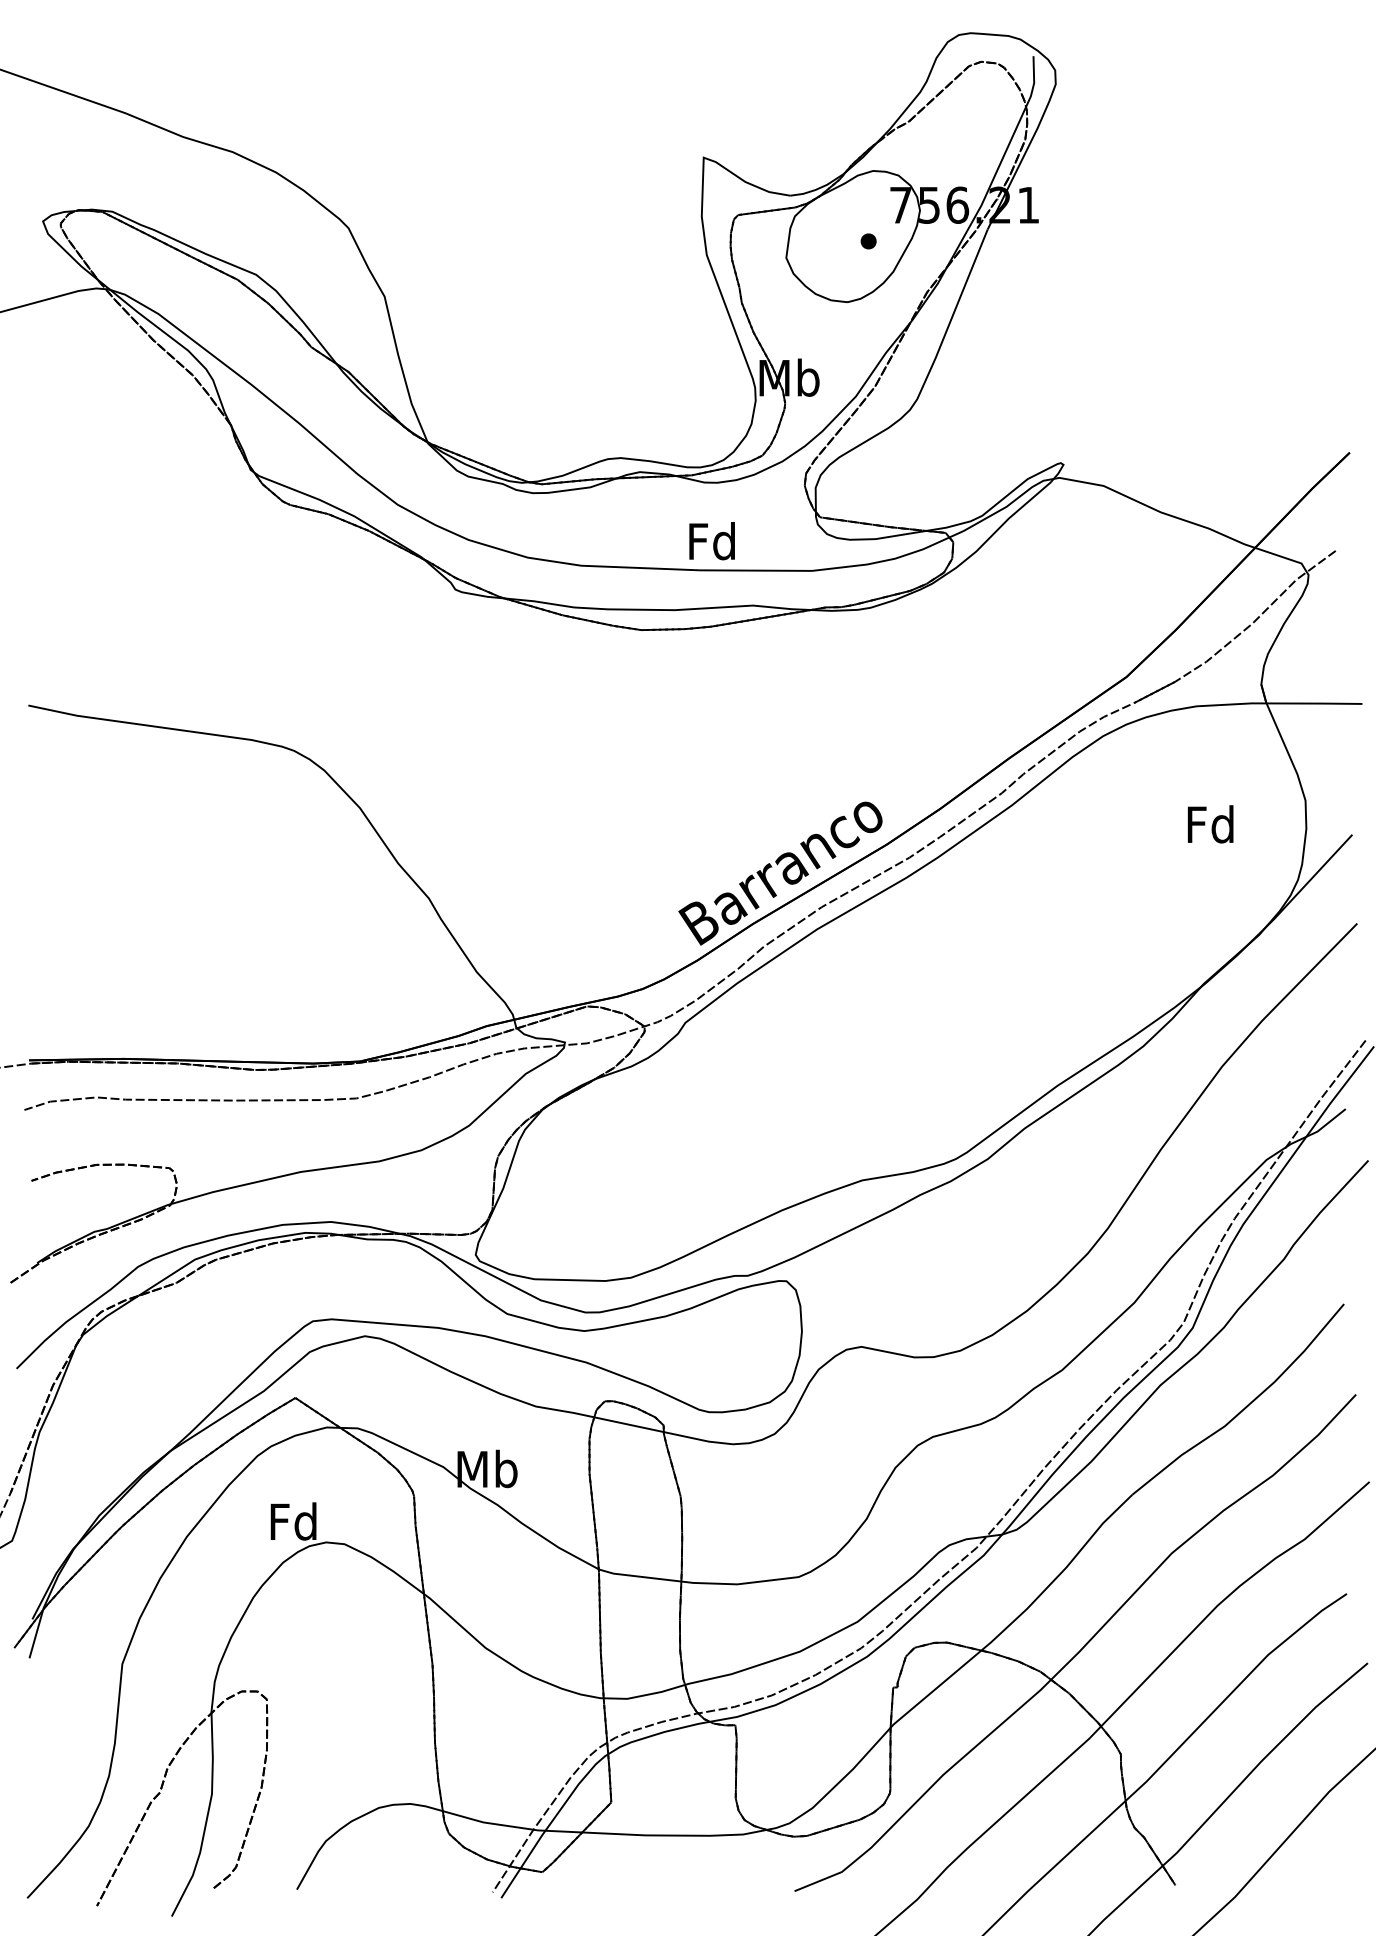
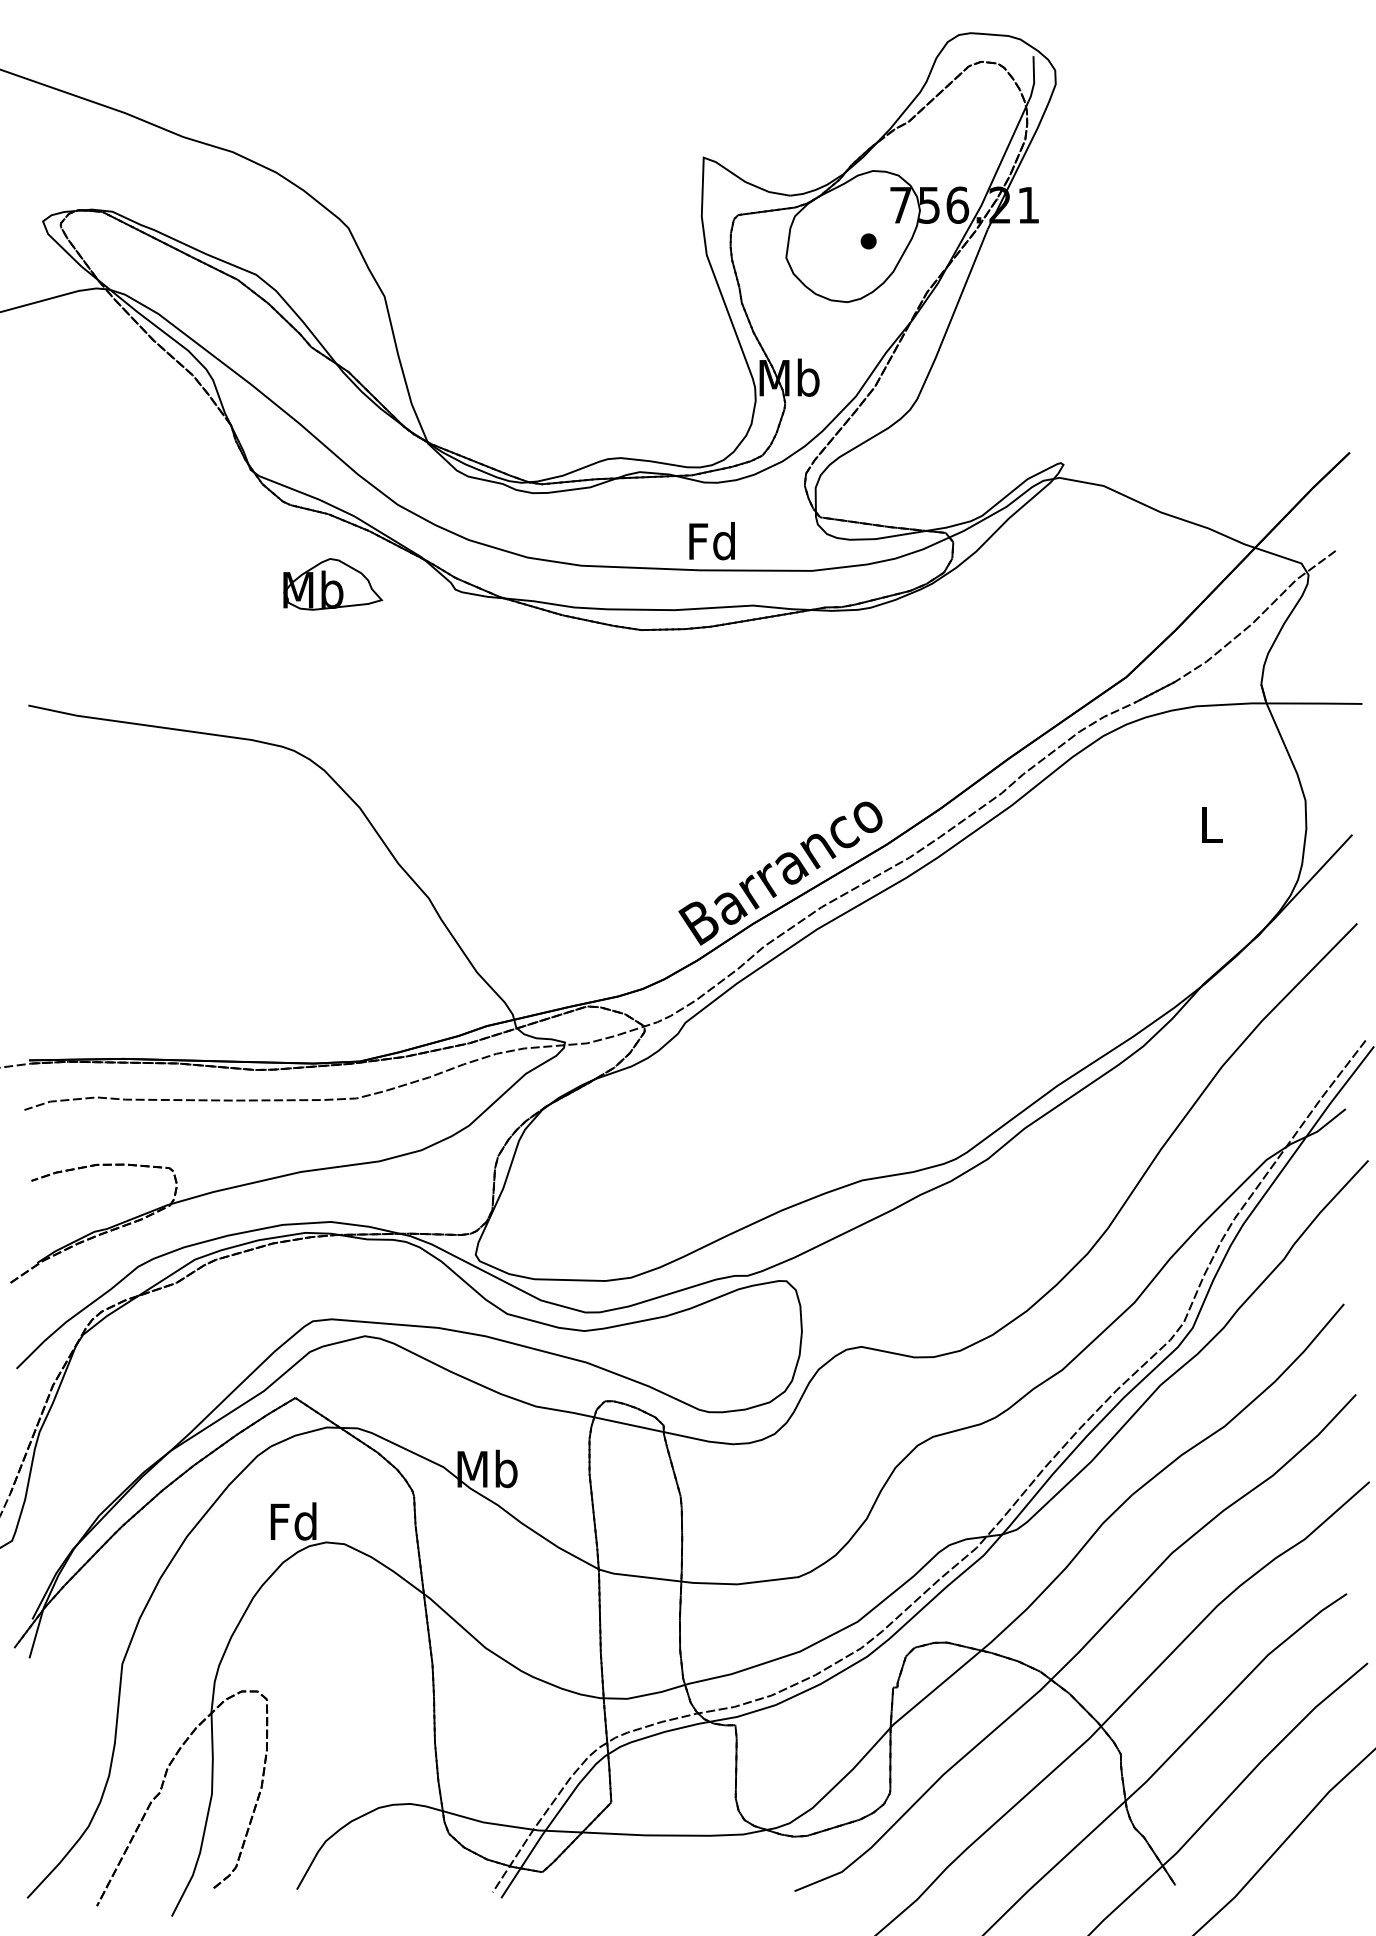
part at (333, 584): none -> present
text at (1210, 824): Fd -> L
